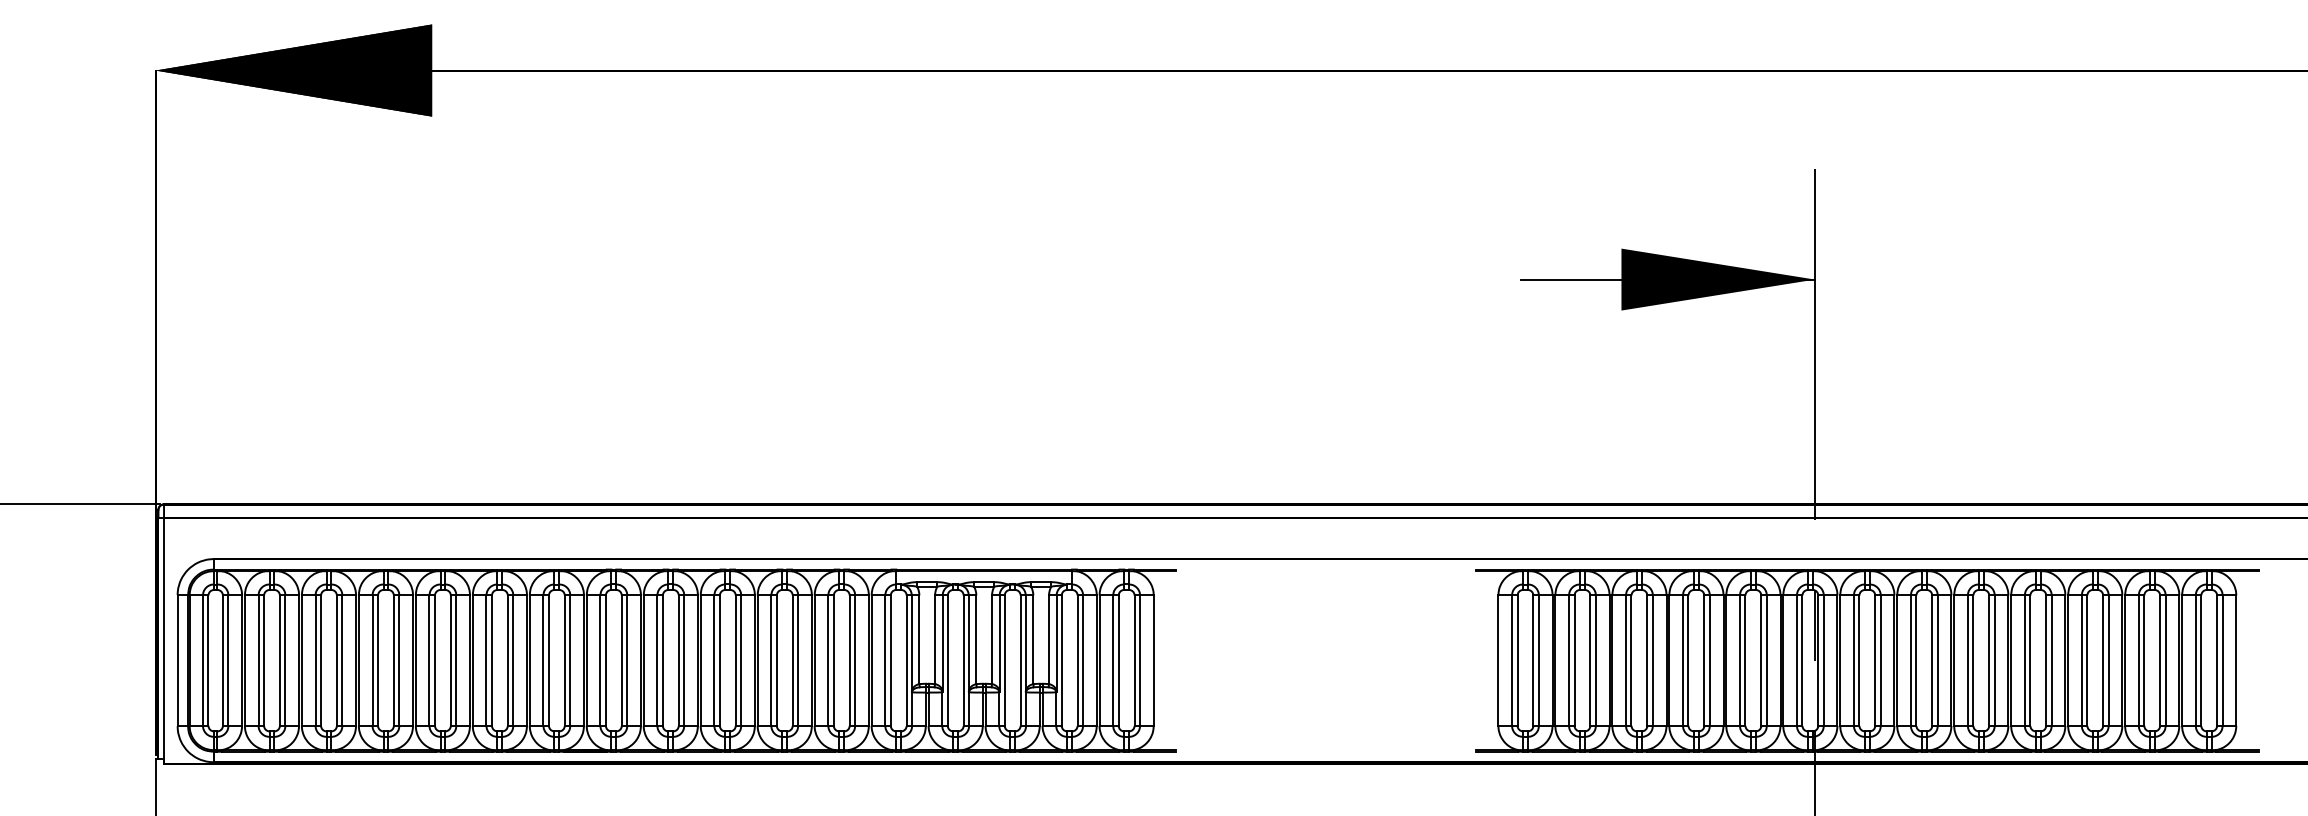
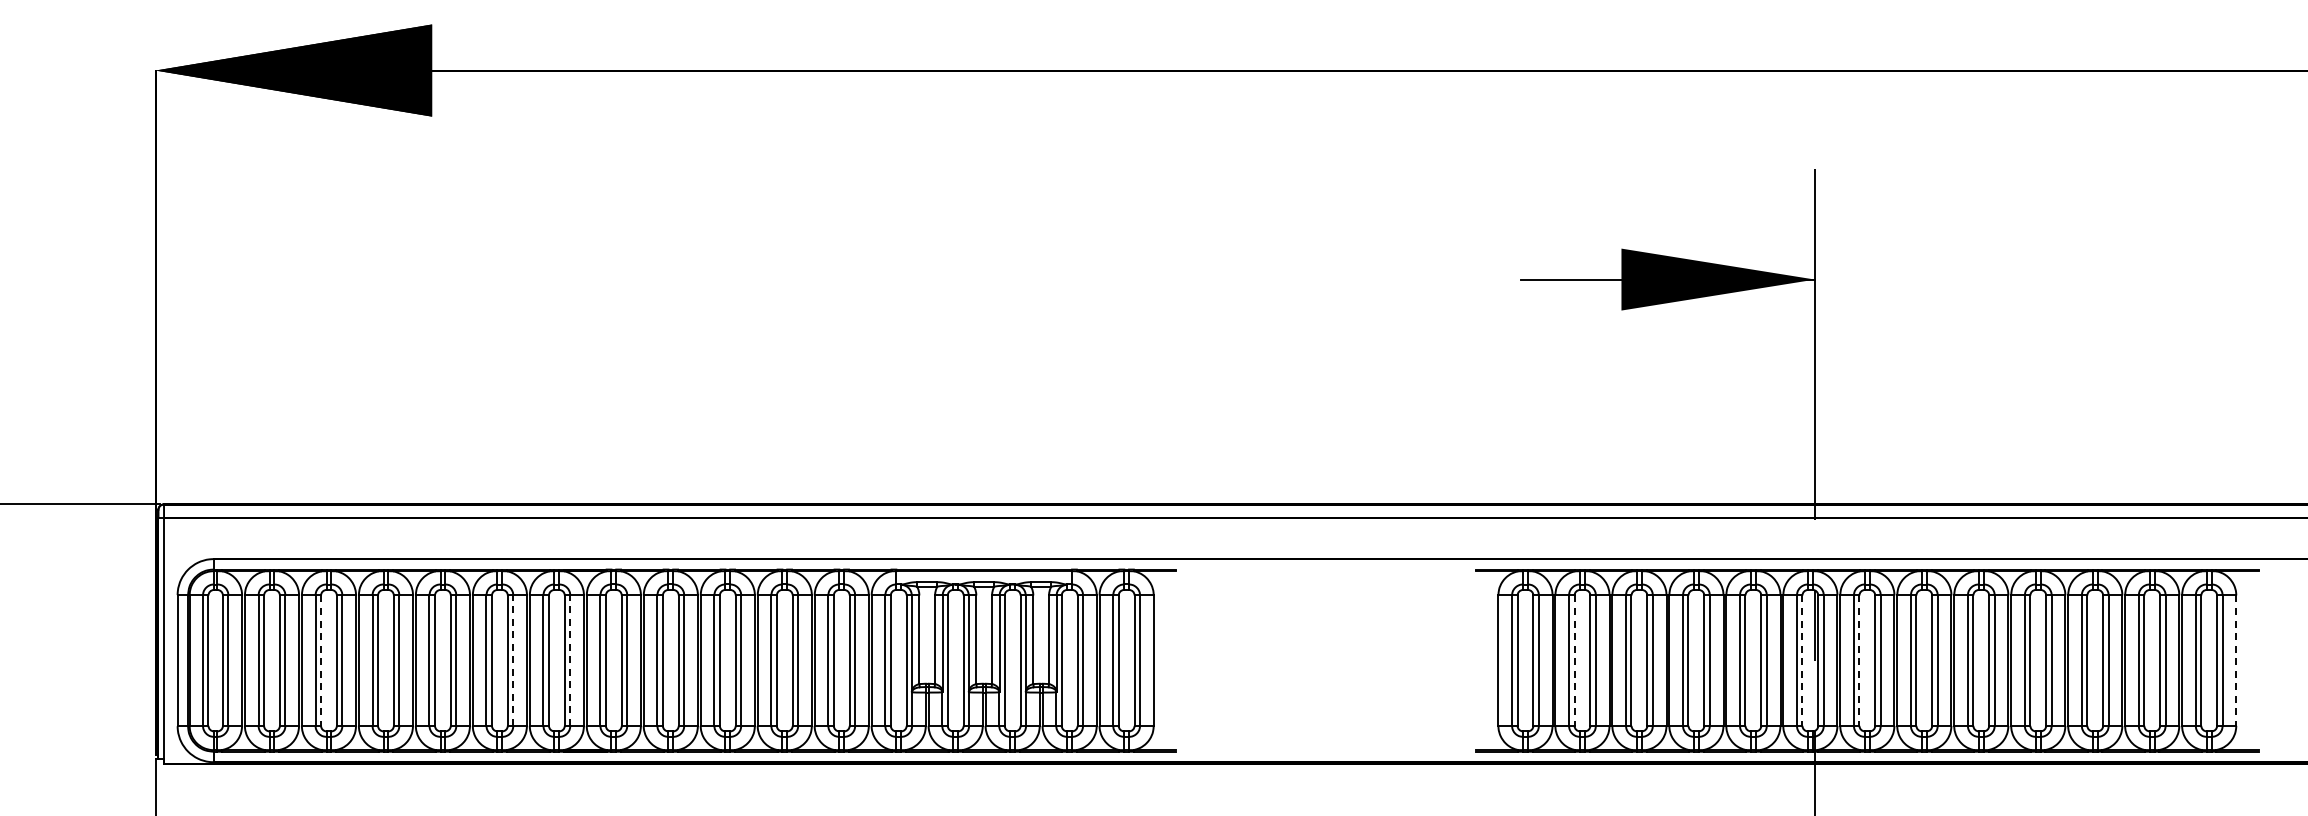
line at (513, 660): solid -> dashed
line at (570, 660): solid -> dashed
line at (321, 661): solid -> dashed
line at (1574, 661): solid -> dashed
line at (1802, 661): solid -> dashed
line at (1859, 661): solid -> dashed
line at (2236, 661): solid -> dashed
